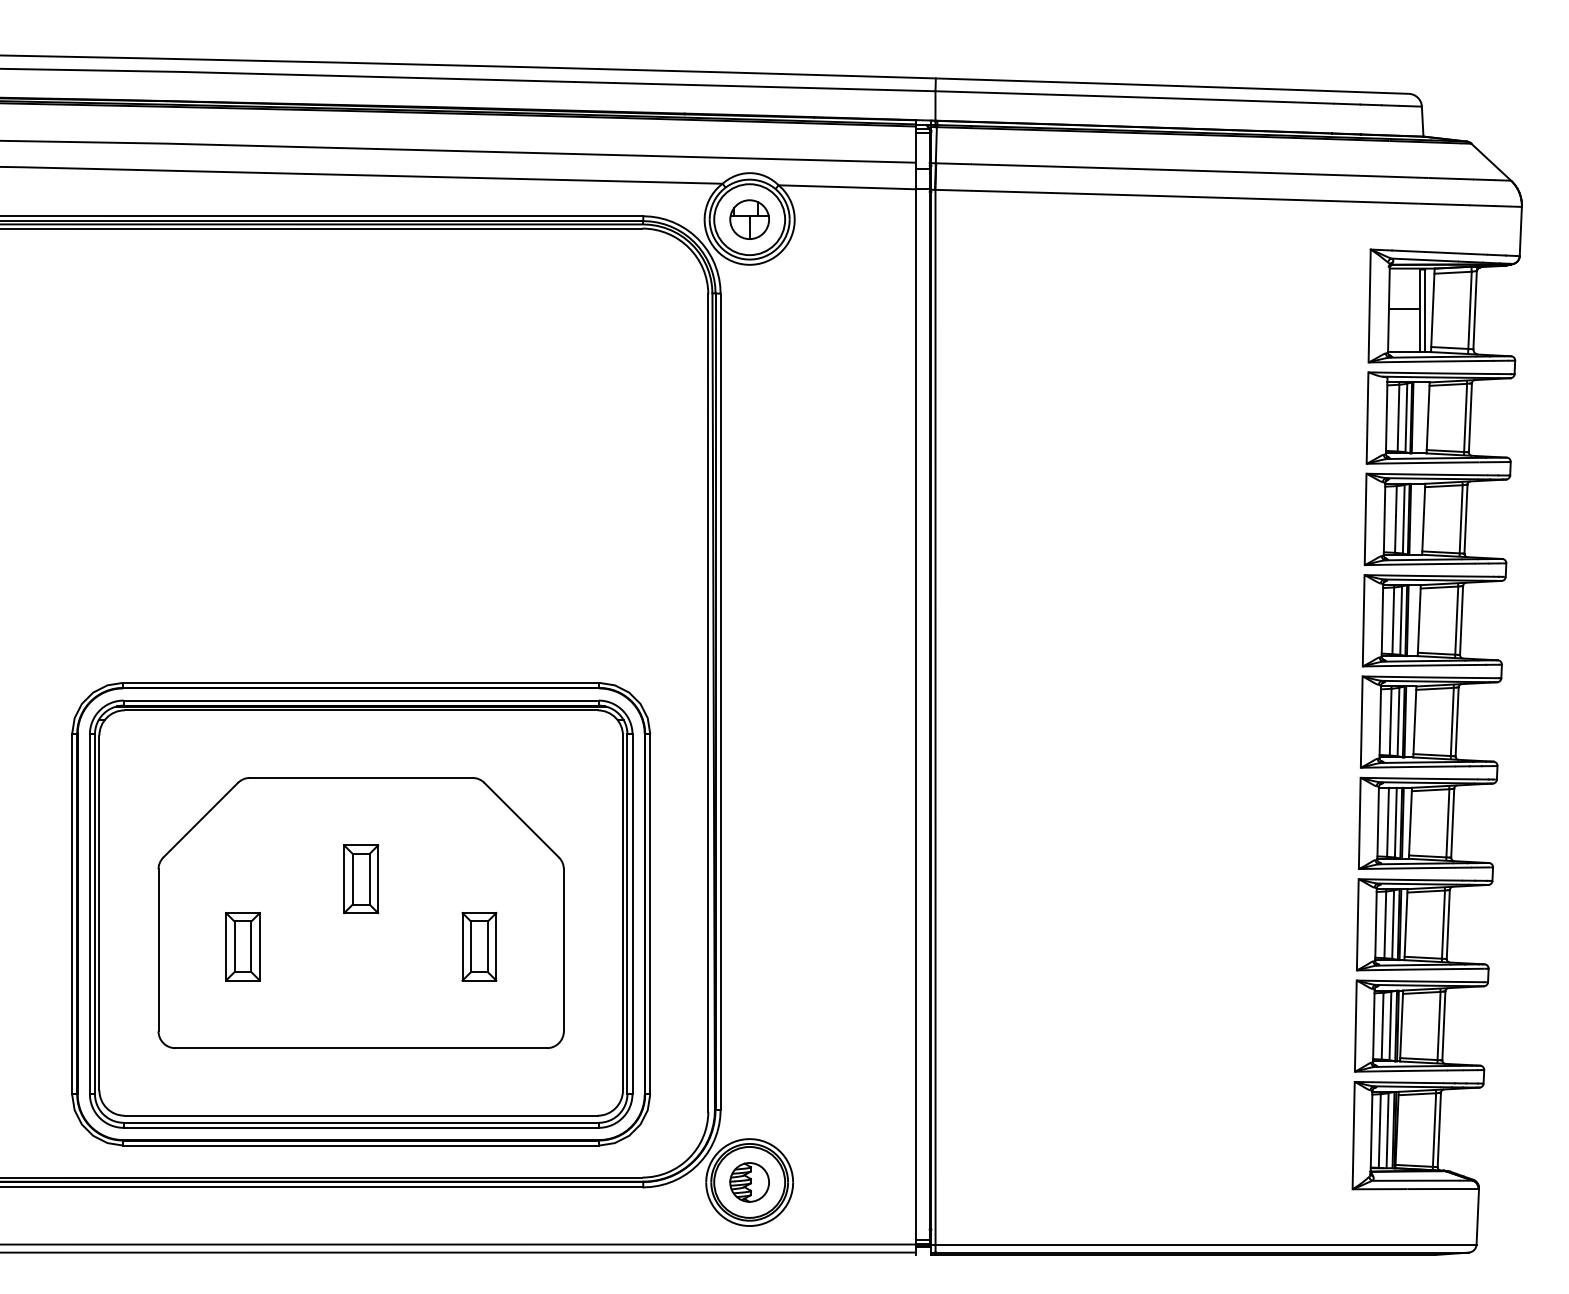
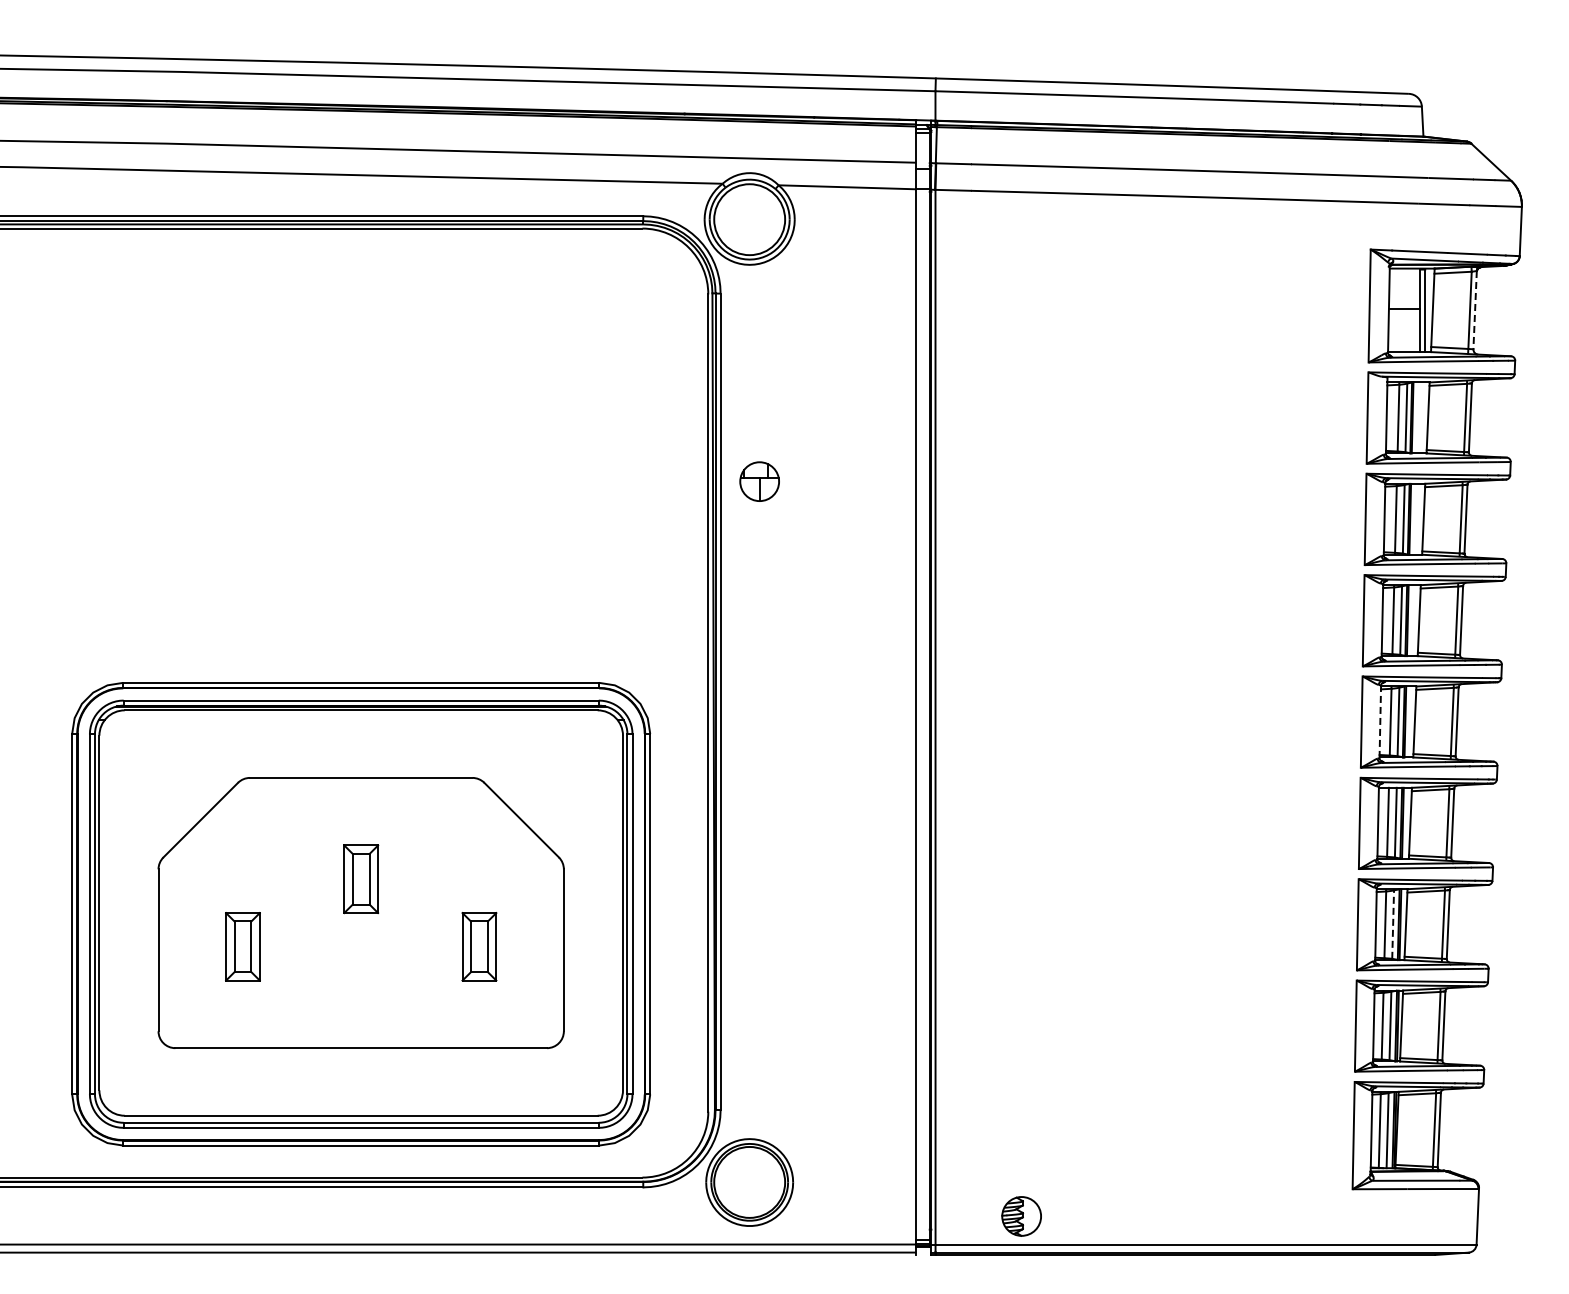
part at (749, 219) position: (749, 219) -> (759, 481)
line at (1475, 310): solid -> dashed
line at (1380, 721): solid -> dashed
line at (1393, 924): solid -> dashed
part at (749, 1182) position: (749, 1182) -> (1021, 1216)
